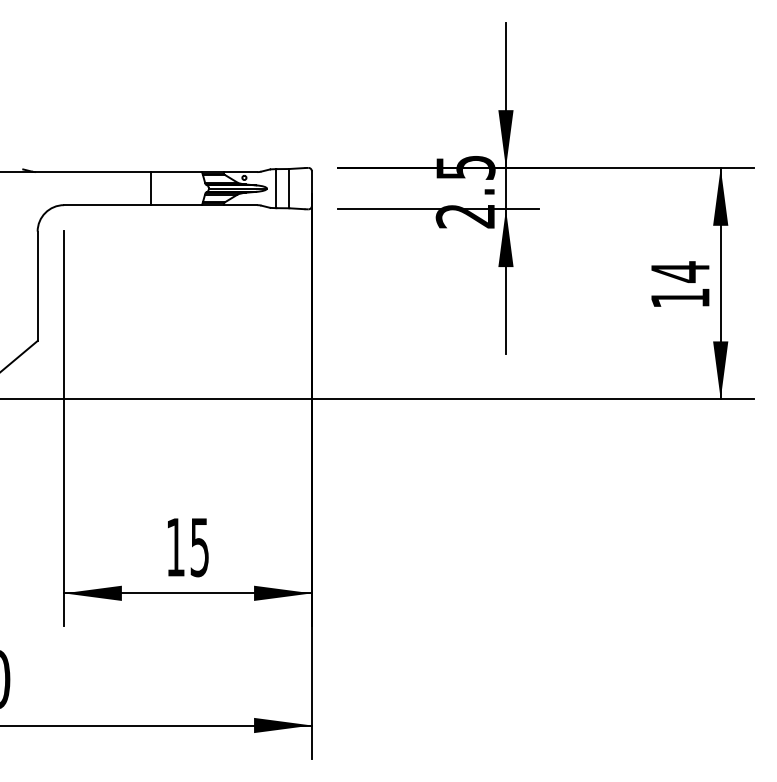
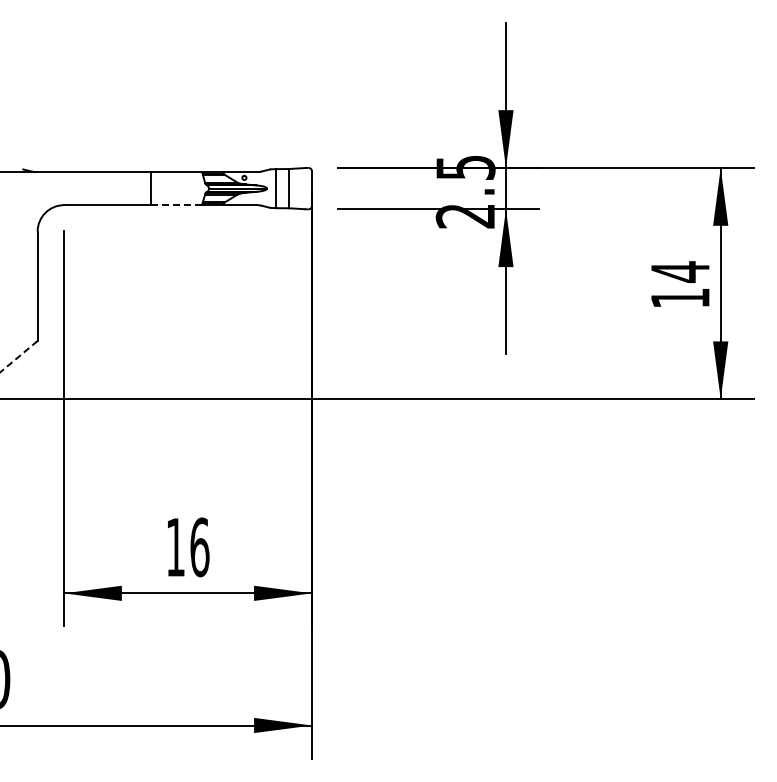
line at (176, 205): solid -> dashed
line at (18, 356): solid -> dashed
text at (199, 547): 15 -> 16
